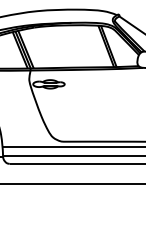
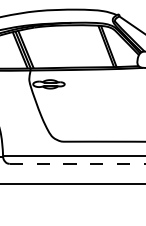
line at (72, 146): present -> none
line at (77, 163): solid -> dashed
